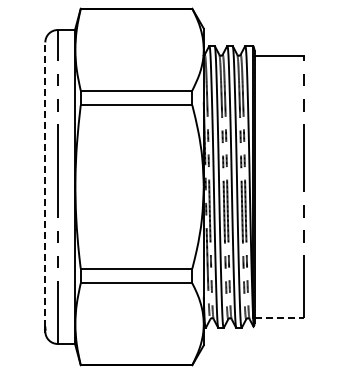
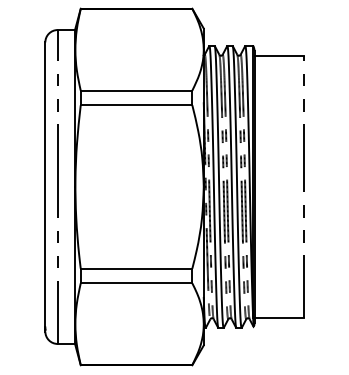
line at (45, 183): dashed -> solid
line at (279, 318): dashed -> solid
